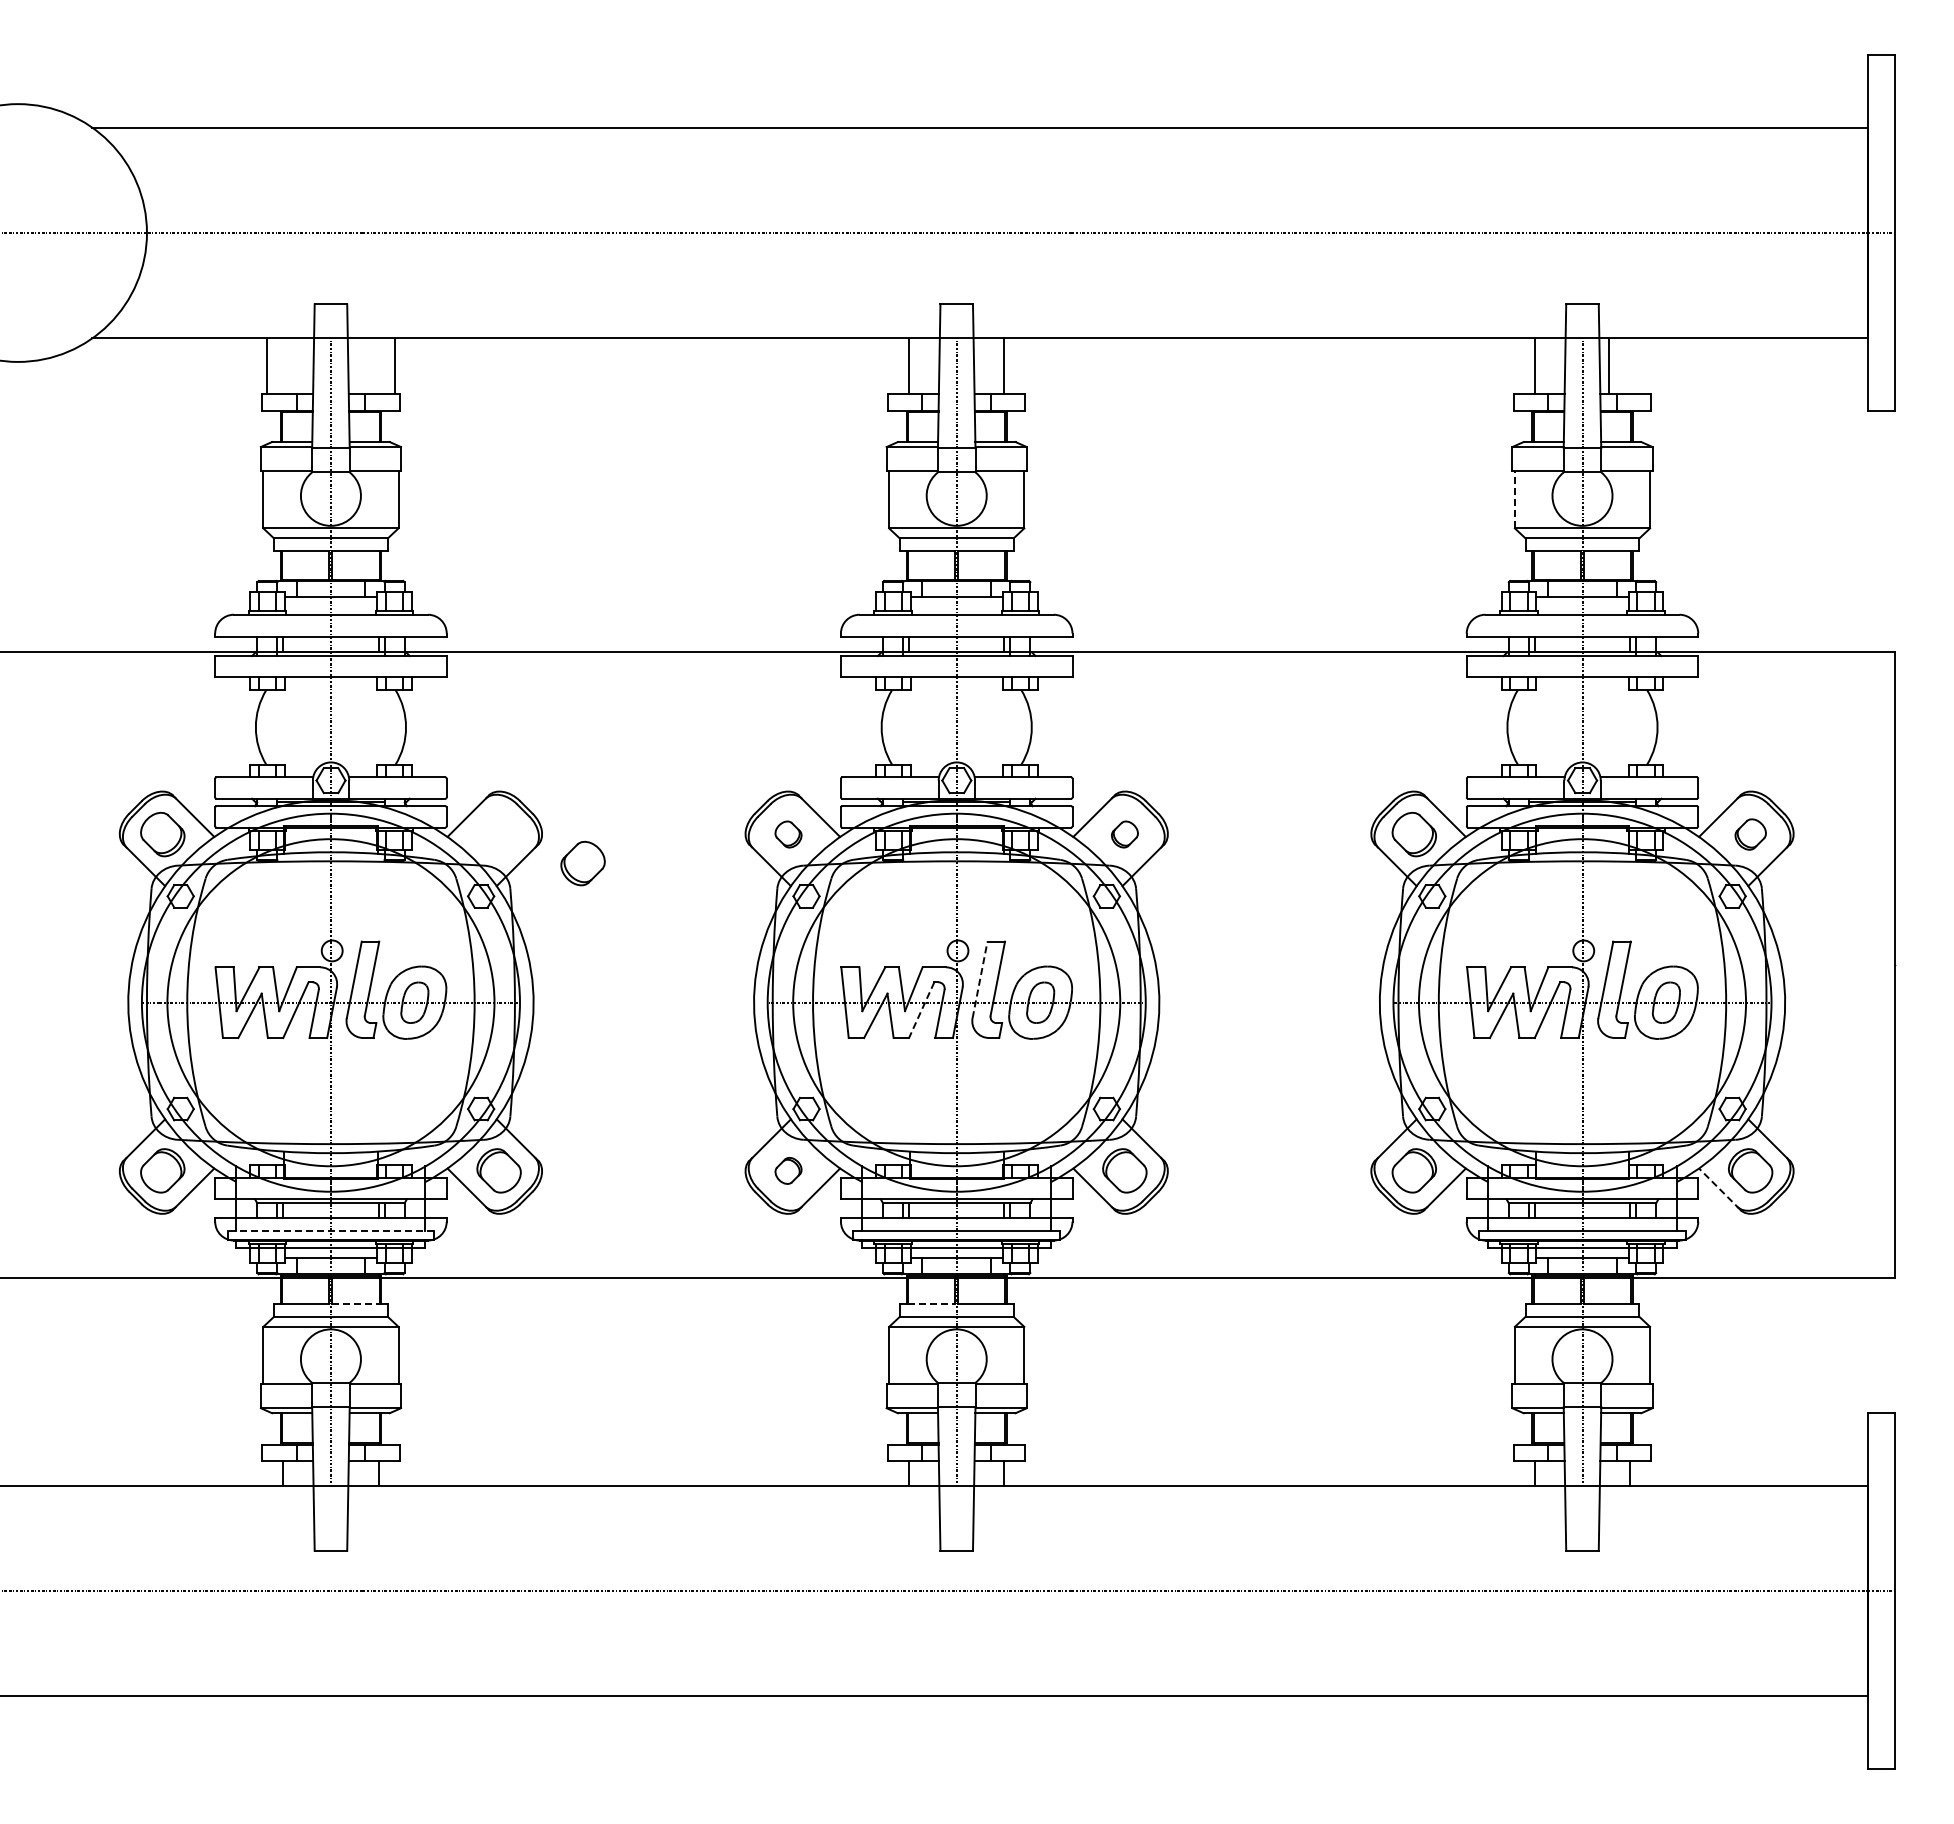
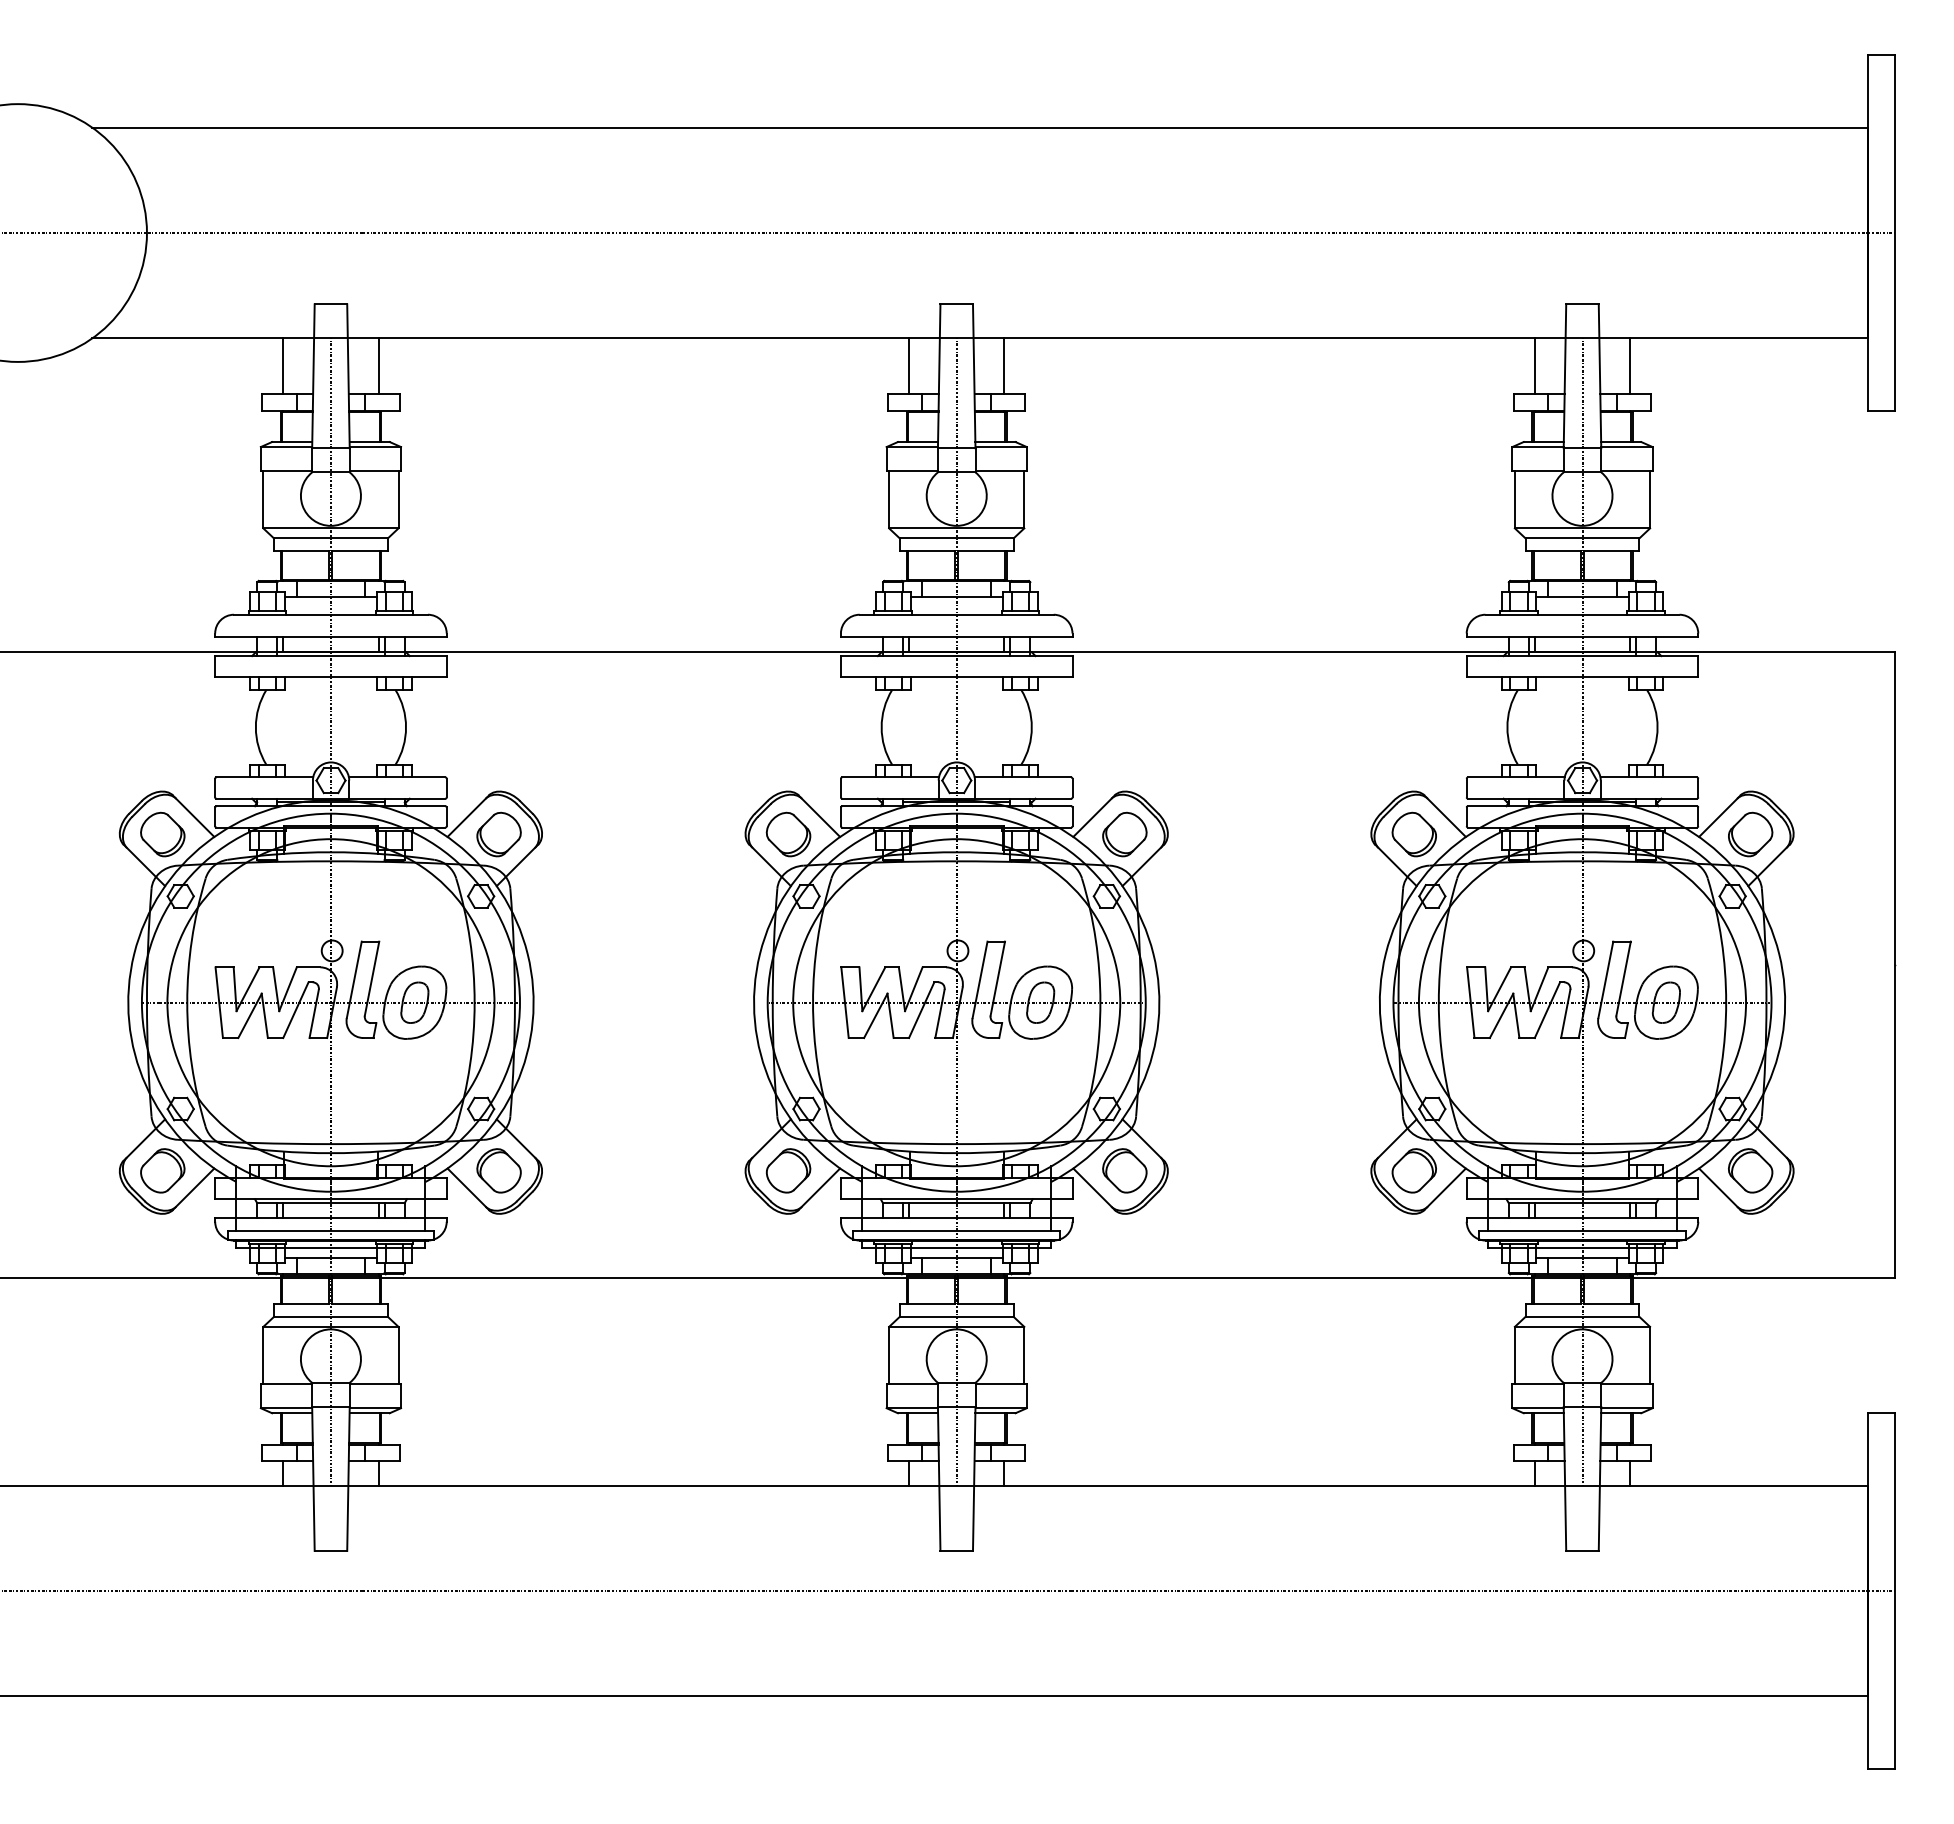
line at (267, 366) position: (267, 366) -> (283, 366)
line at (394, 366) position: (394, 366) -> (378, 366)
line at (1609, 366) position: (1609, 366) -> (1630, 366)
line at (1514, 499): dashed -> solid
part at (788, 834) size: 29x29 px -> 47x47 px
part at (1124, 834) size: 29x29 px -> 46x47 px
part at (1750, 834) size: 33x33 px -> 46x47 px
part at (582, 863) position: (582, 863) -> (498, 834)
line at (980, 979): dashed -> solid
line at (921, 1010): dashed -> solid
part at (788, 1170) size: 29x28 px -> 47x46 px
line at (1719, 1188): dashed -> solid
line at (330, 1230): dashed -> solid
line at (355, 1304): dashed -> solid
line at (931, 1304): dashed -> solid
